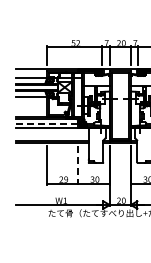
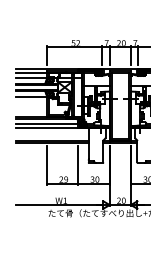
line at (31, 73): none -> present
line at (47, 123): dashed -> solid
line at (78, 165): dashed -> solid
